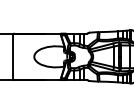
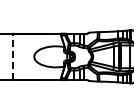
line at (13, 56): solid -> dashed
